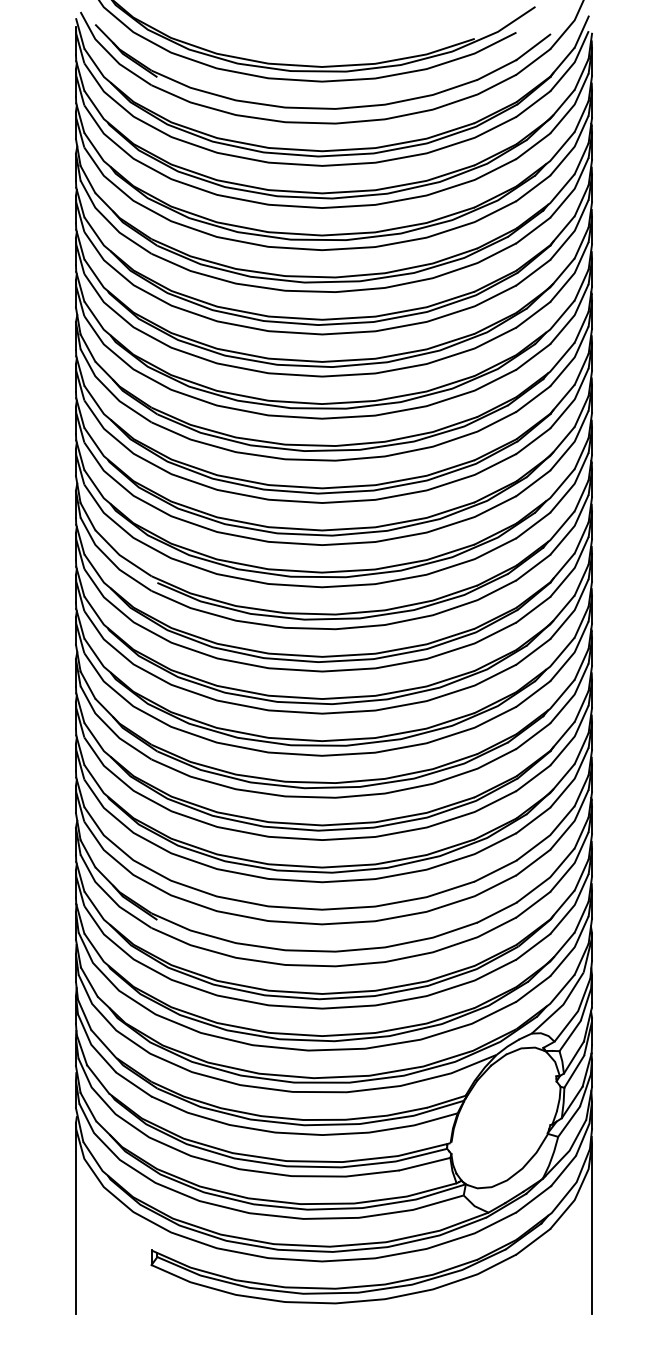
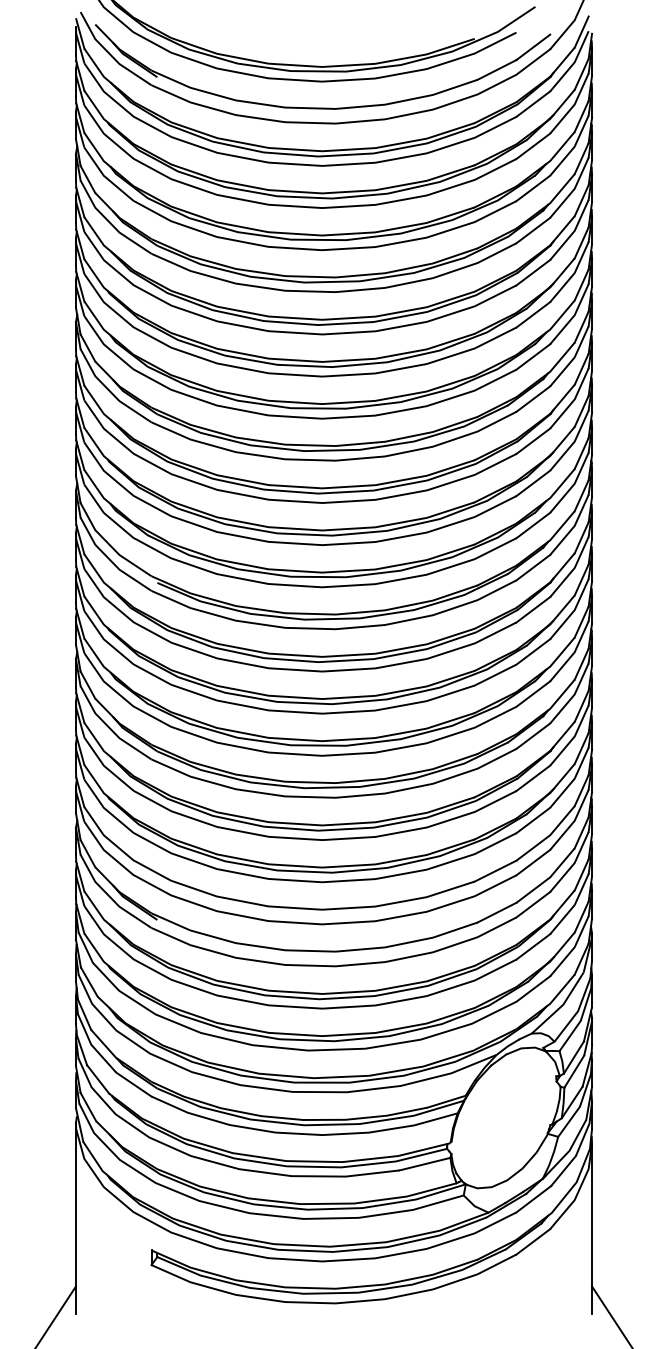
line at (56, 1315): none -> present
line at (611, 1315): none -> present
